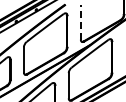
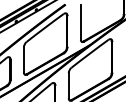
line at (80, 22): dashed -> solid
